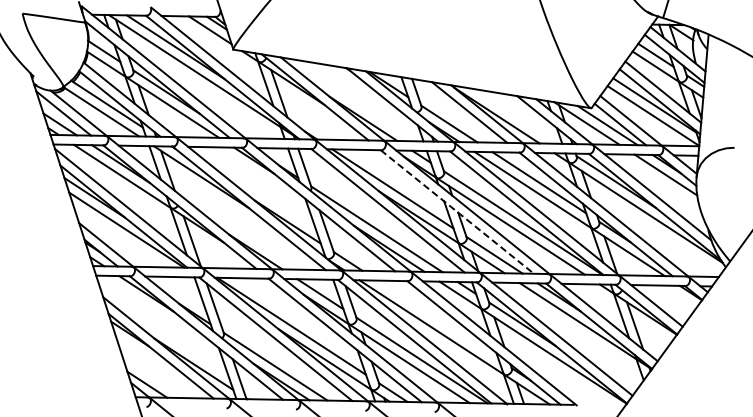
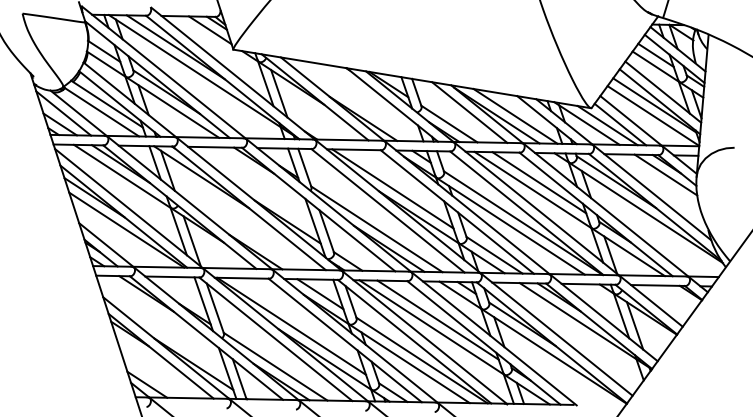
line at (515, 115): none -> present
line at (457, 212): dashed -> solid
line at (437, 319): none -> present
